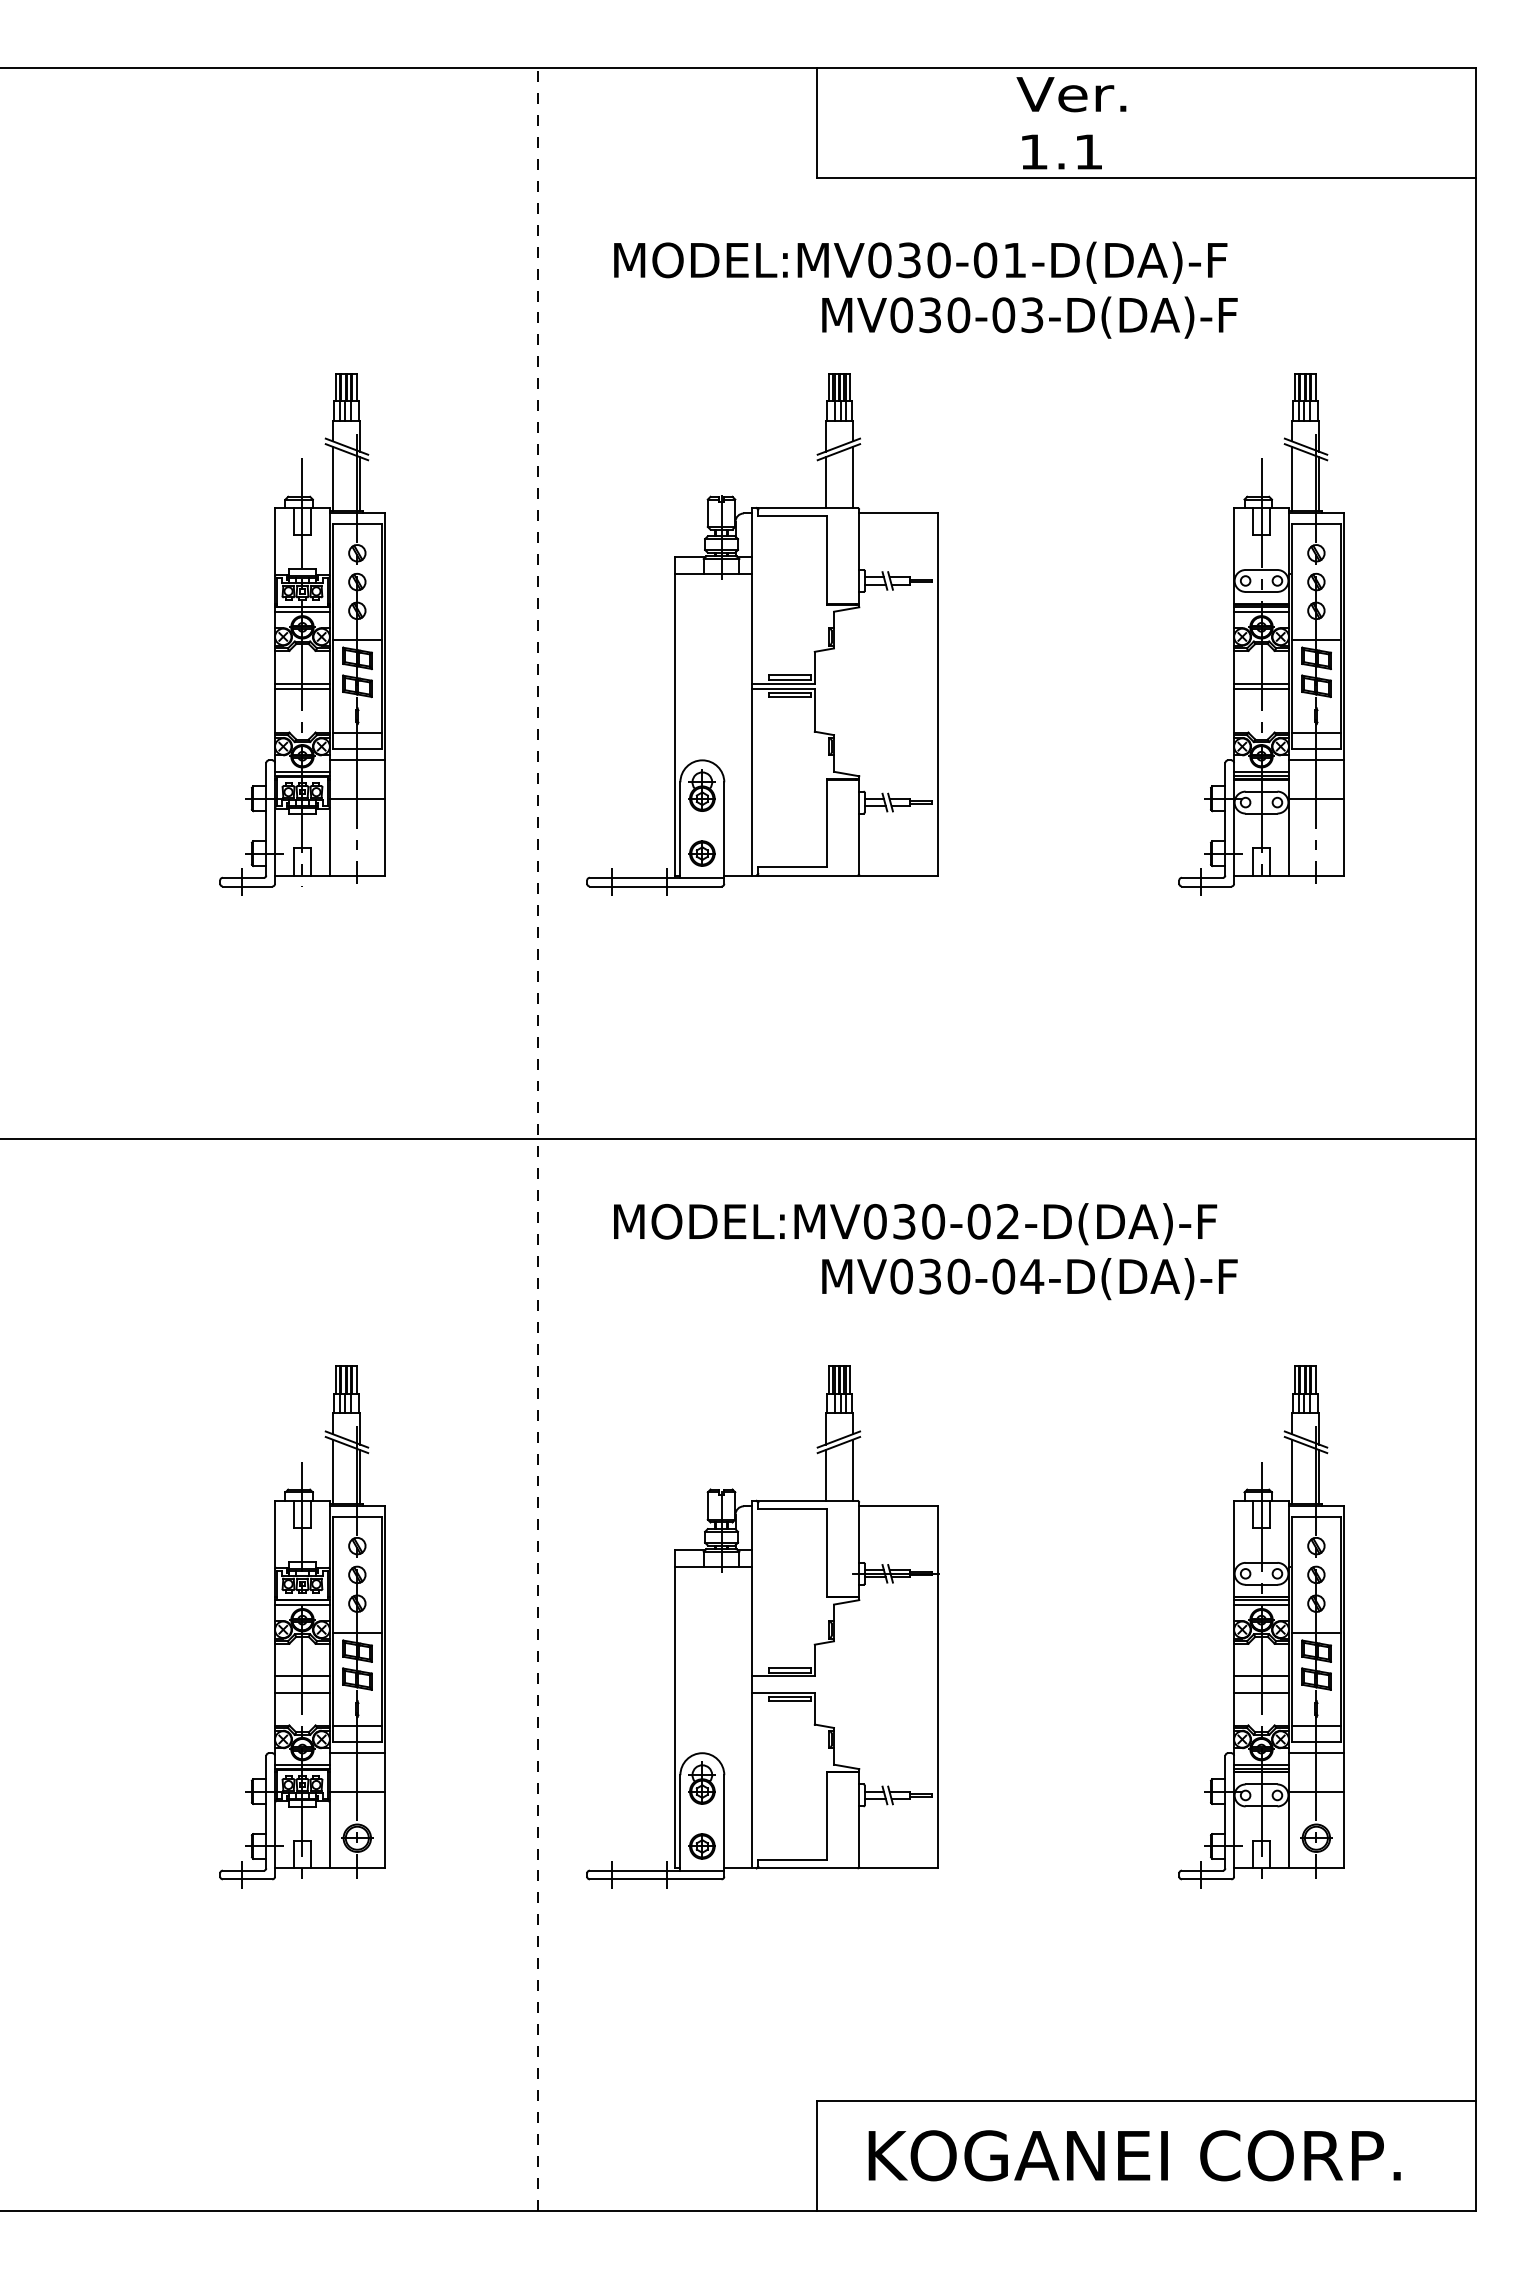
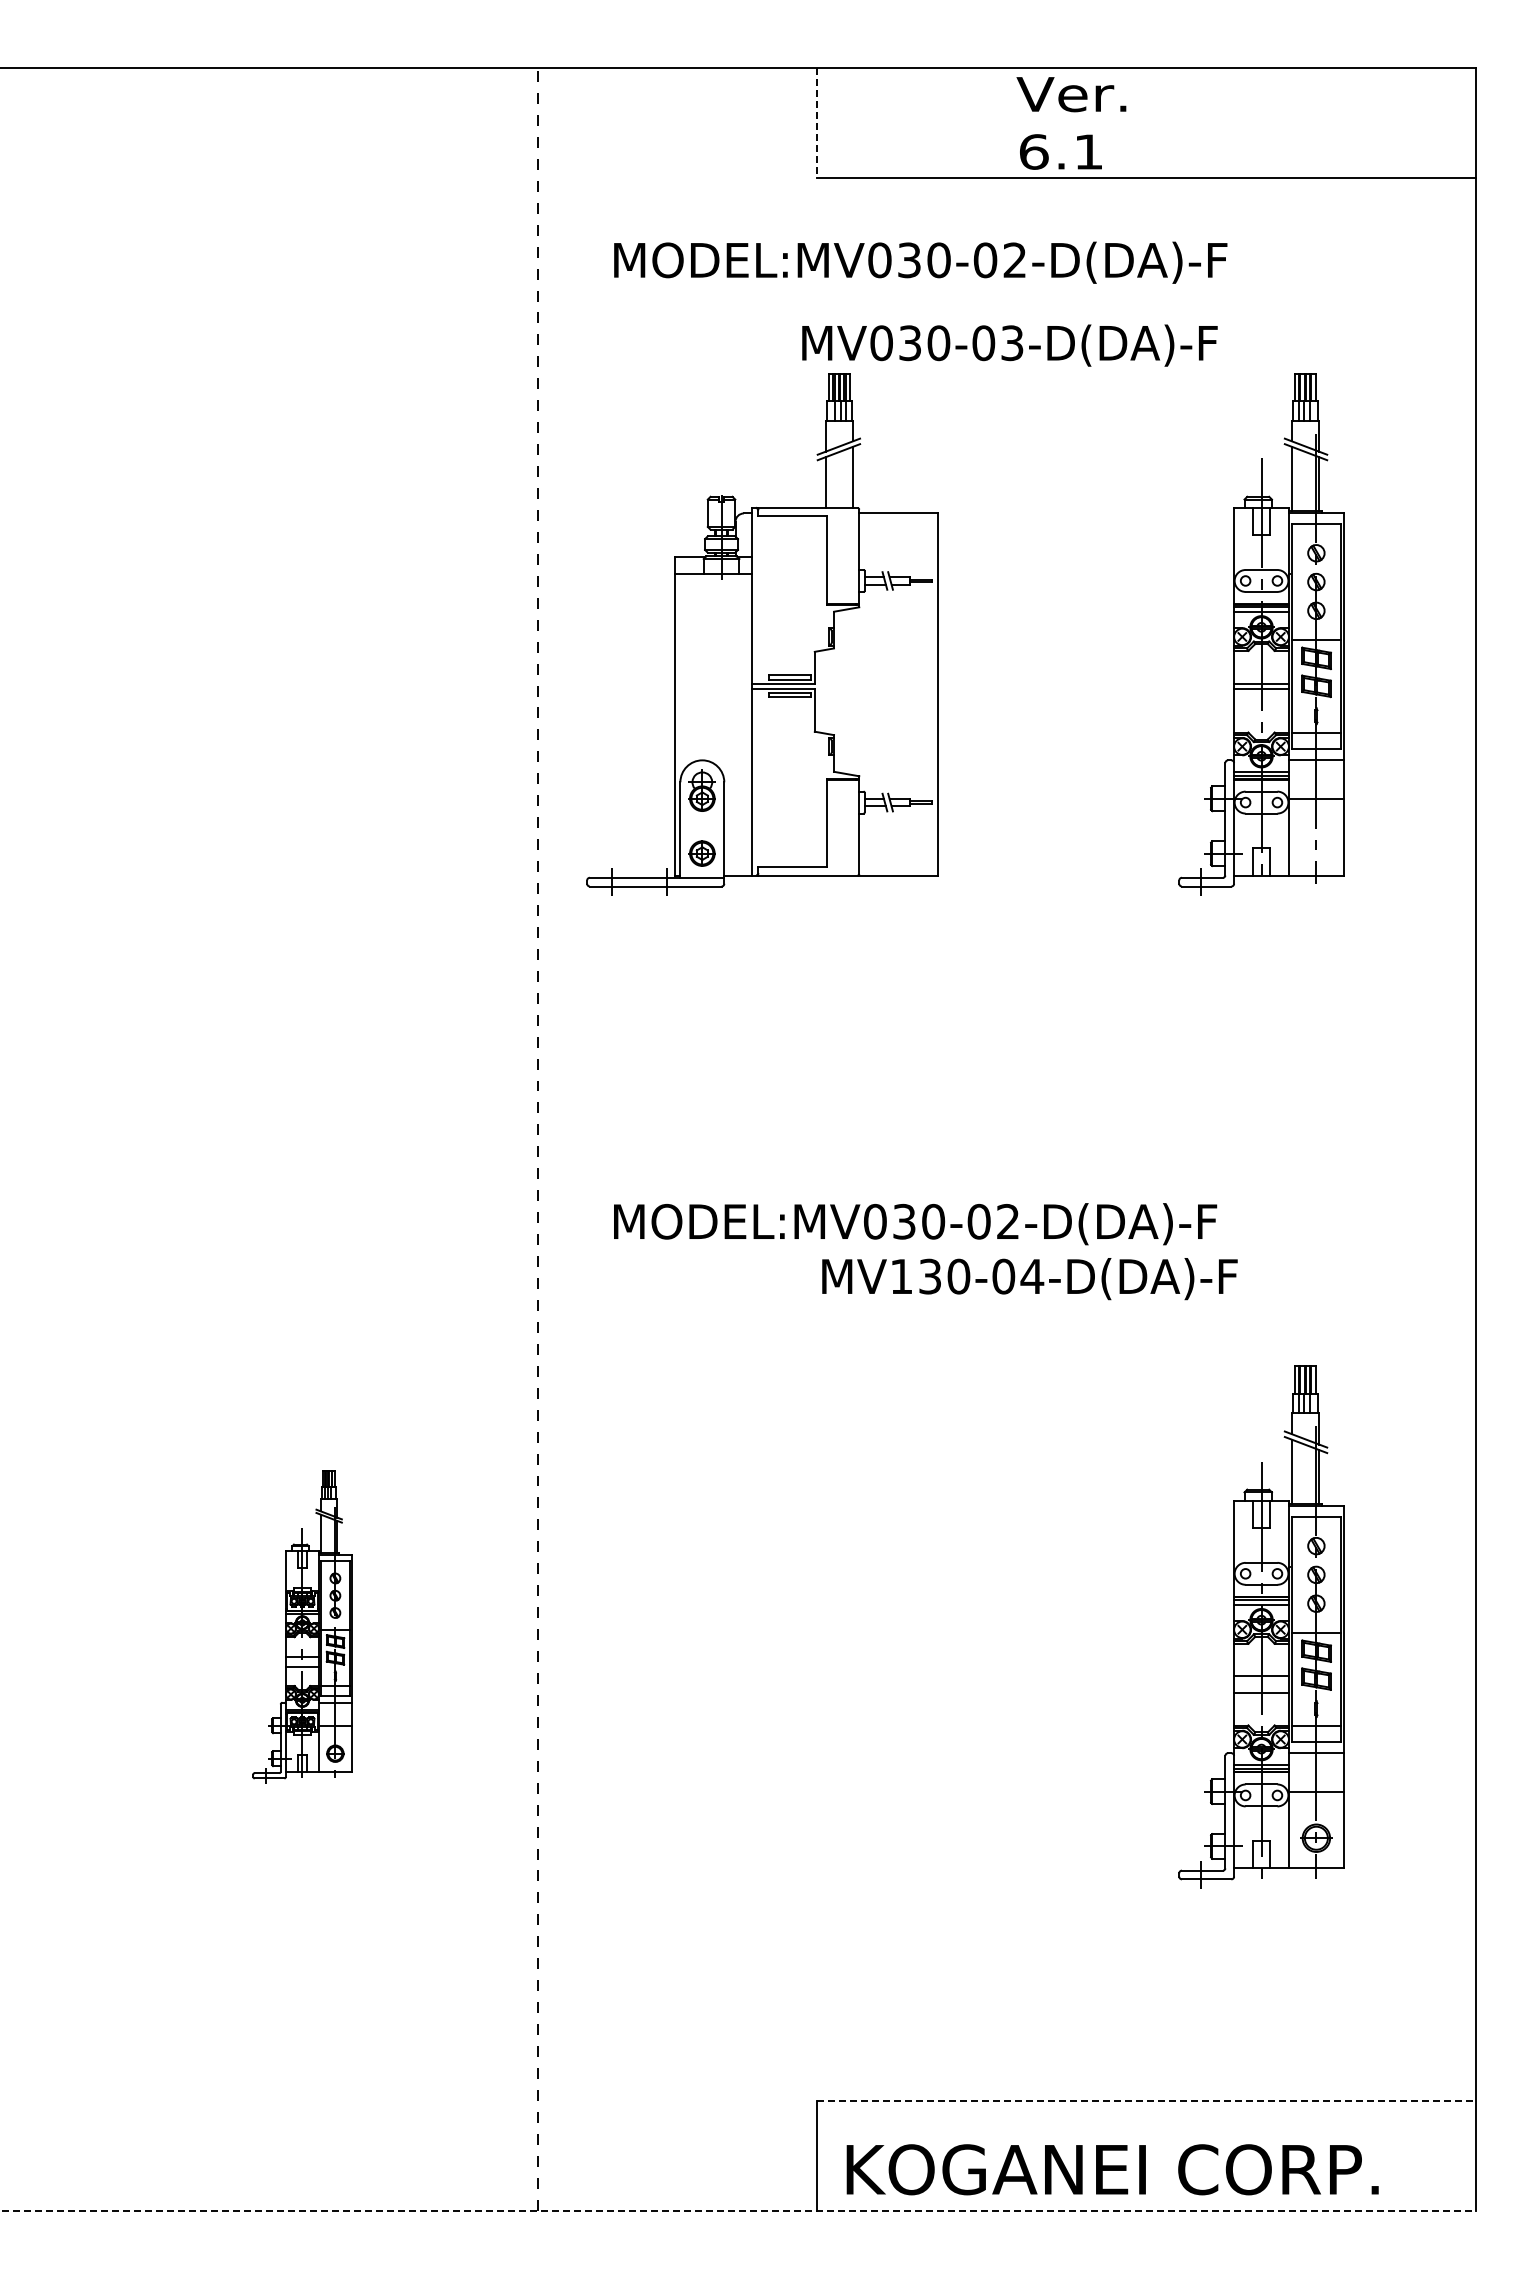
line at (817, 123): solid -> dashed
text at (1034, 151): 1.1 -> 6.1
text at (1014, 259): MODEL:MV030-01-D(DA)-F -> MODEL:MV030-02-D(DA)-F
text at (1029, 317) position: (1029, 317) -> (1009, 345)
part at (302, 634): present -> none
line at (738, 1139): present -> none
text at (901, 1276): MV030-04-D(DA)-F -> MV130-04-D(DA)-F
part at (302, 1626) size: 167x524 px -> 101x314 px
part at (762, 1626): present -> none
line at (1146, 2100): solid -> dashed
text at (1134, 2155) position: (1134, 2155) -> (1112, 2169)
line at (738, 2210): solid -> dashed
